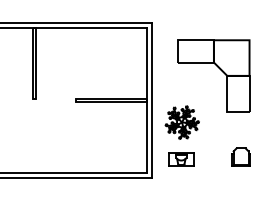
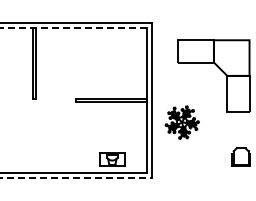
line at (73, 27): solid -> dashed
part at (181, 159) position: (181, 159) -> (112, 159)
line at (76, 177): solid -> dashed
